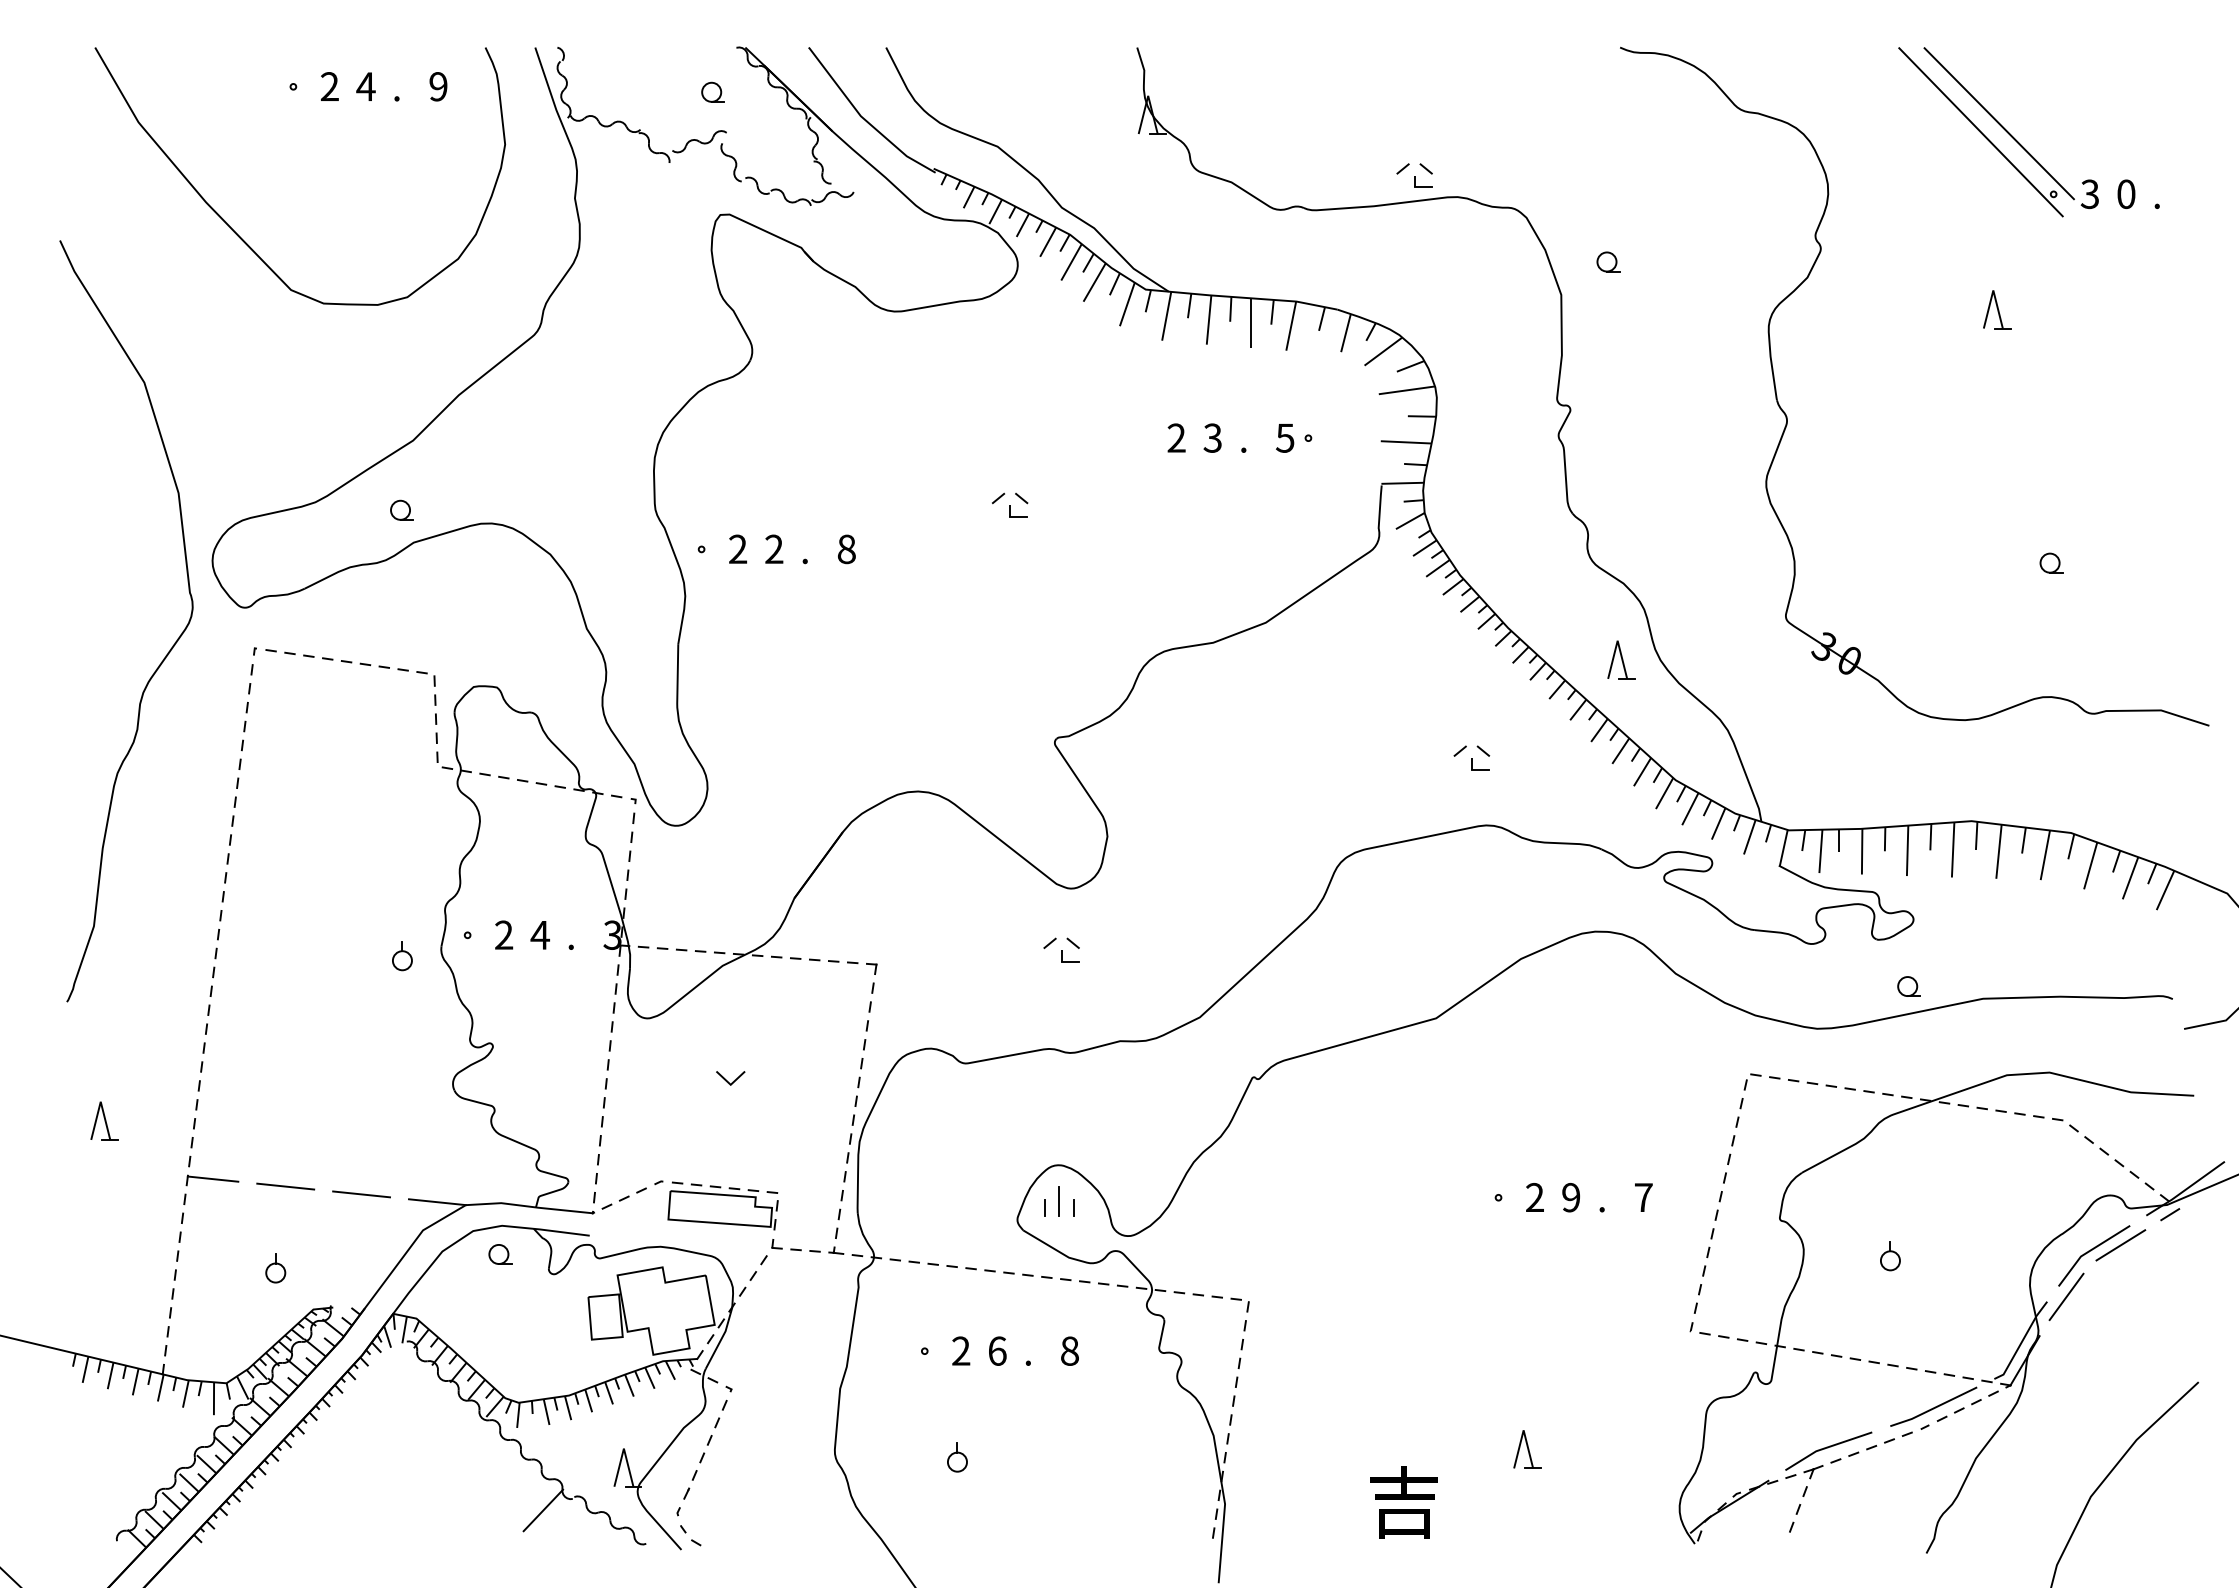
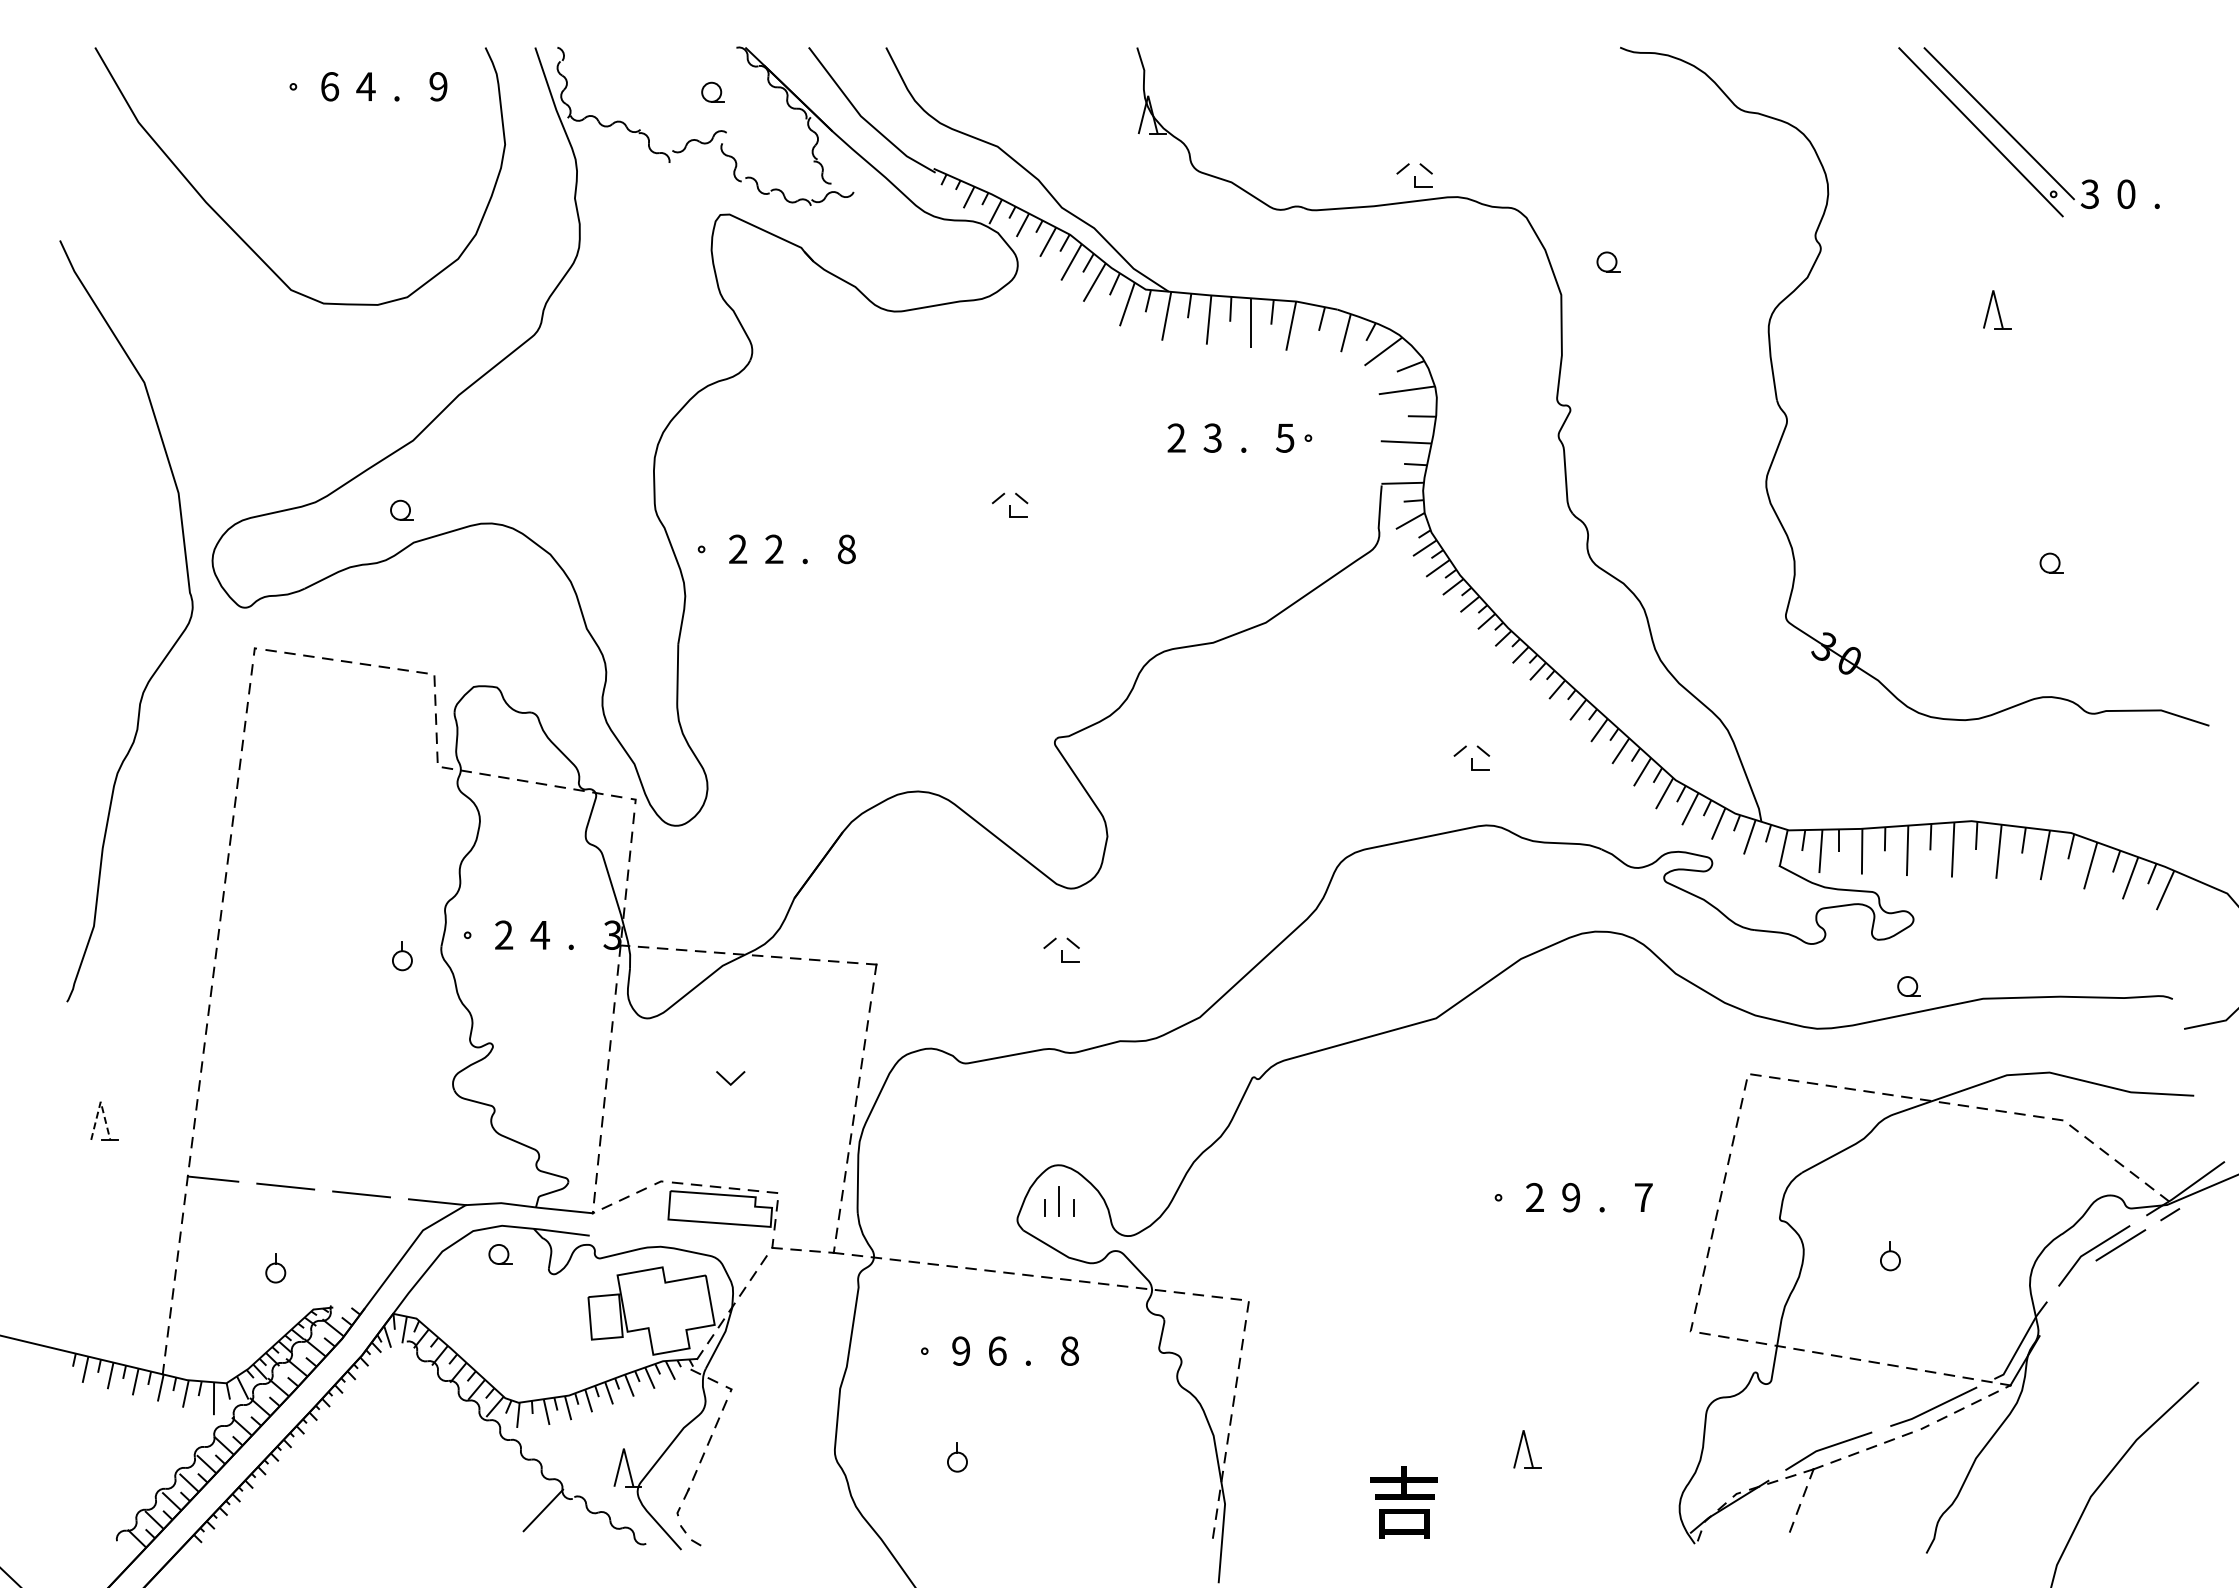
text at (329, 86): 2 -> 6
part at (1621, 659): present -> none
line at (100, 1101): solid -> dashed
line at (2066, 1296): present -> none
text at (961, 1350): 2 -> 9
